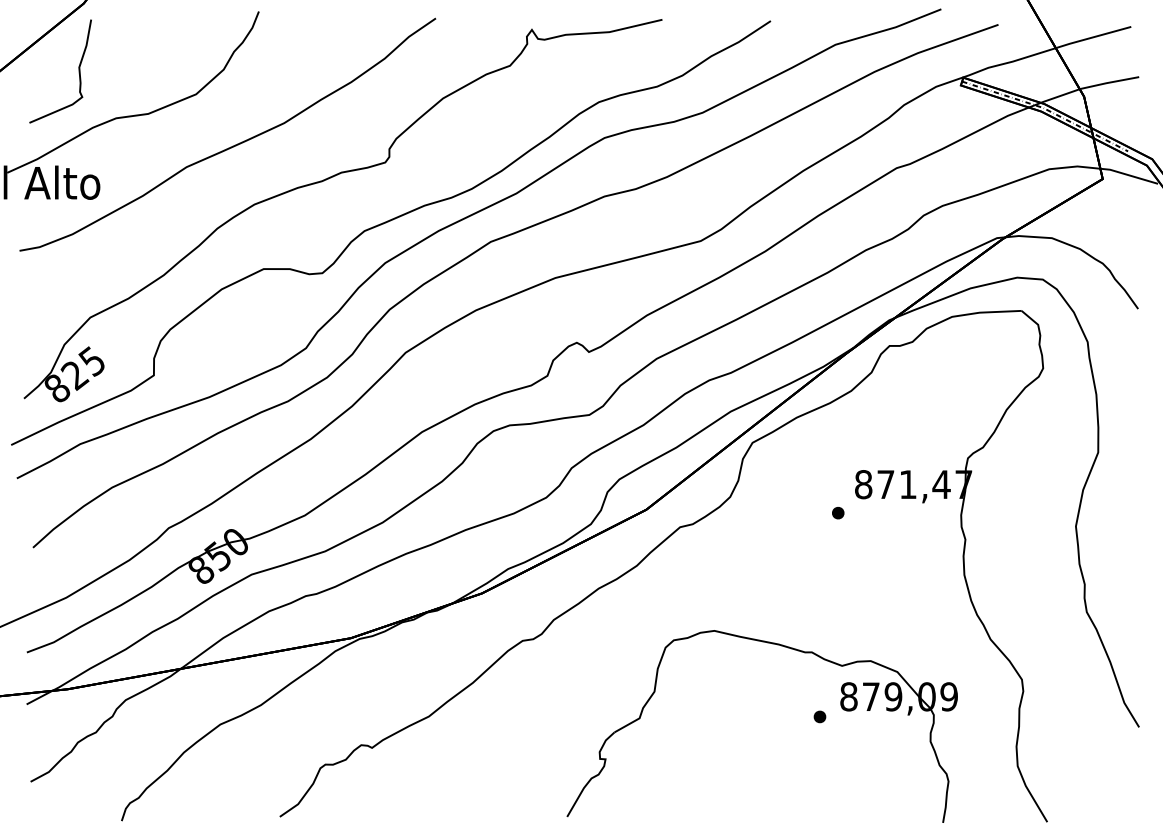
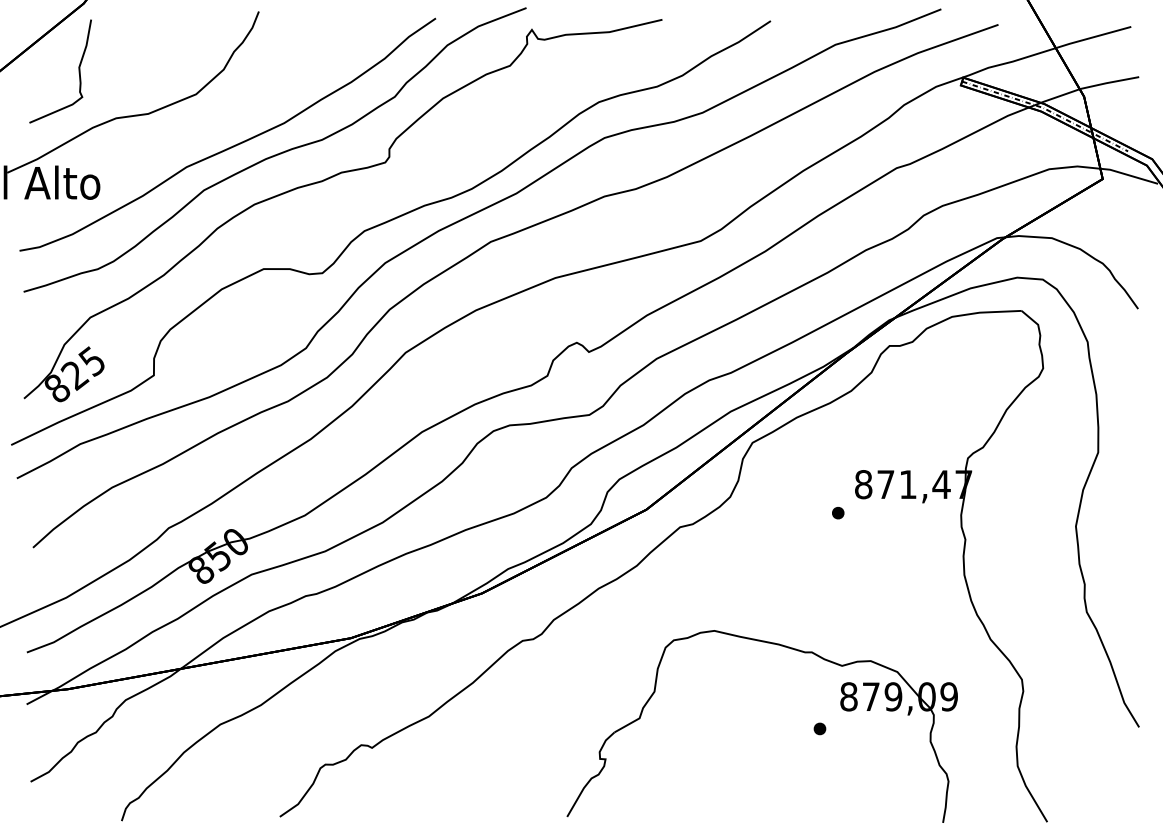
curve at (277, 153): none -> present
part at (819, 716) position: (819, 716) -> (819, 728)
